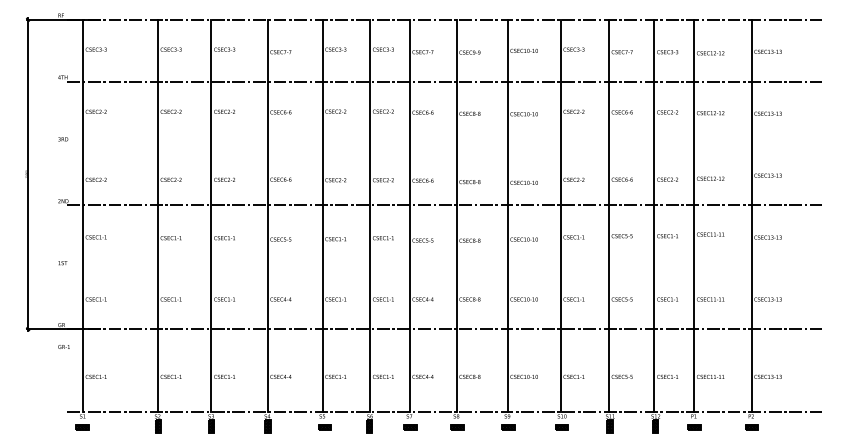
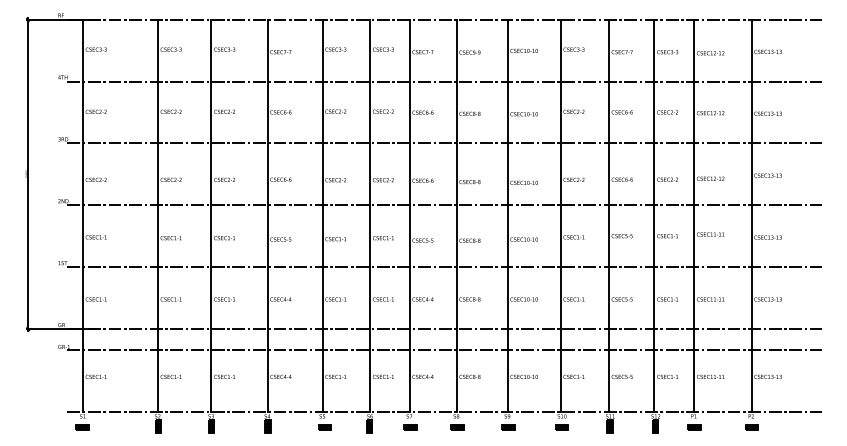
line at (444, 143): none -> present
line at (444, 267): none -> present
line at (444, 349): none -> present
